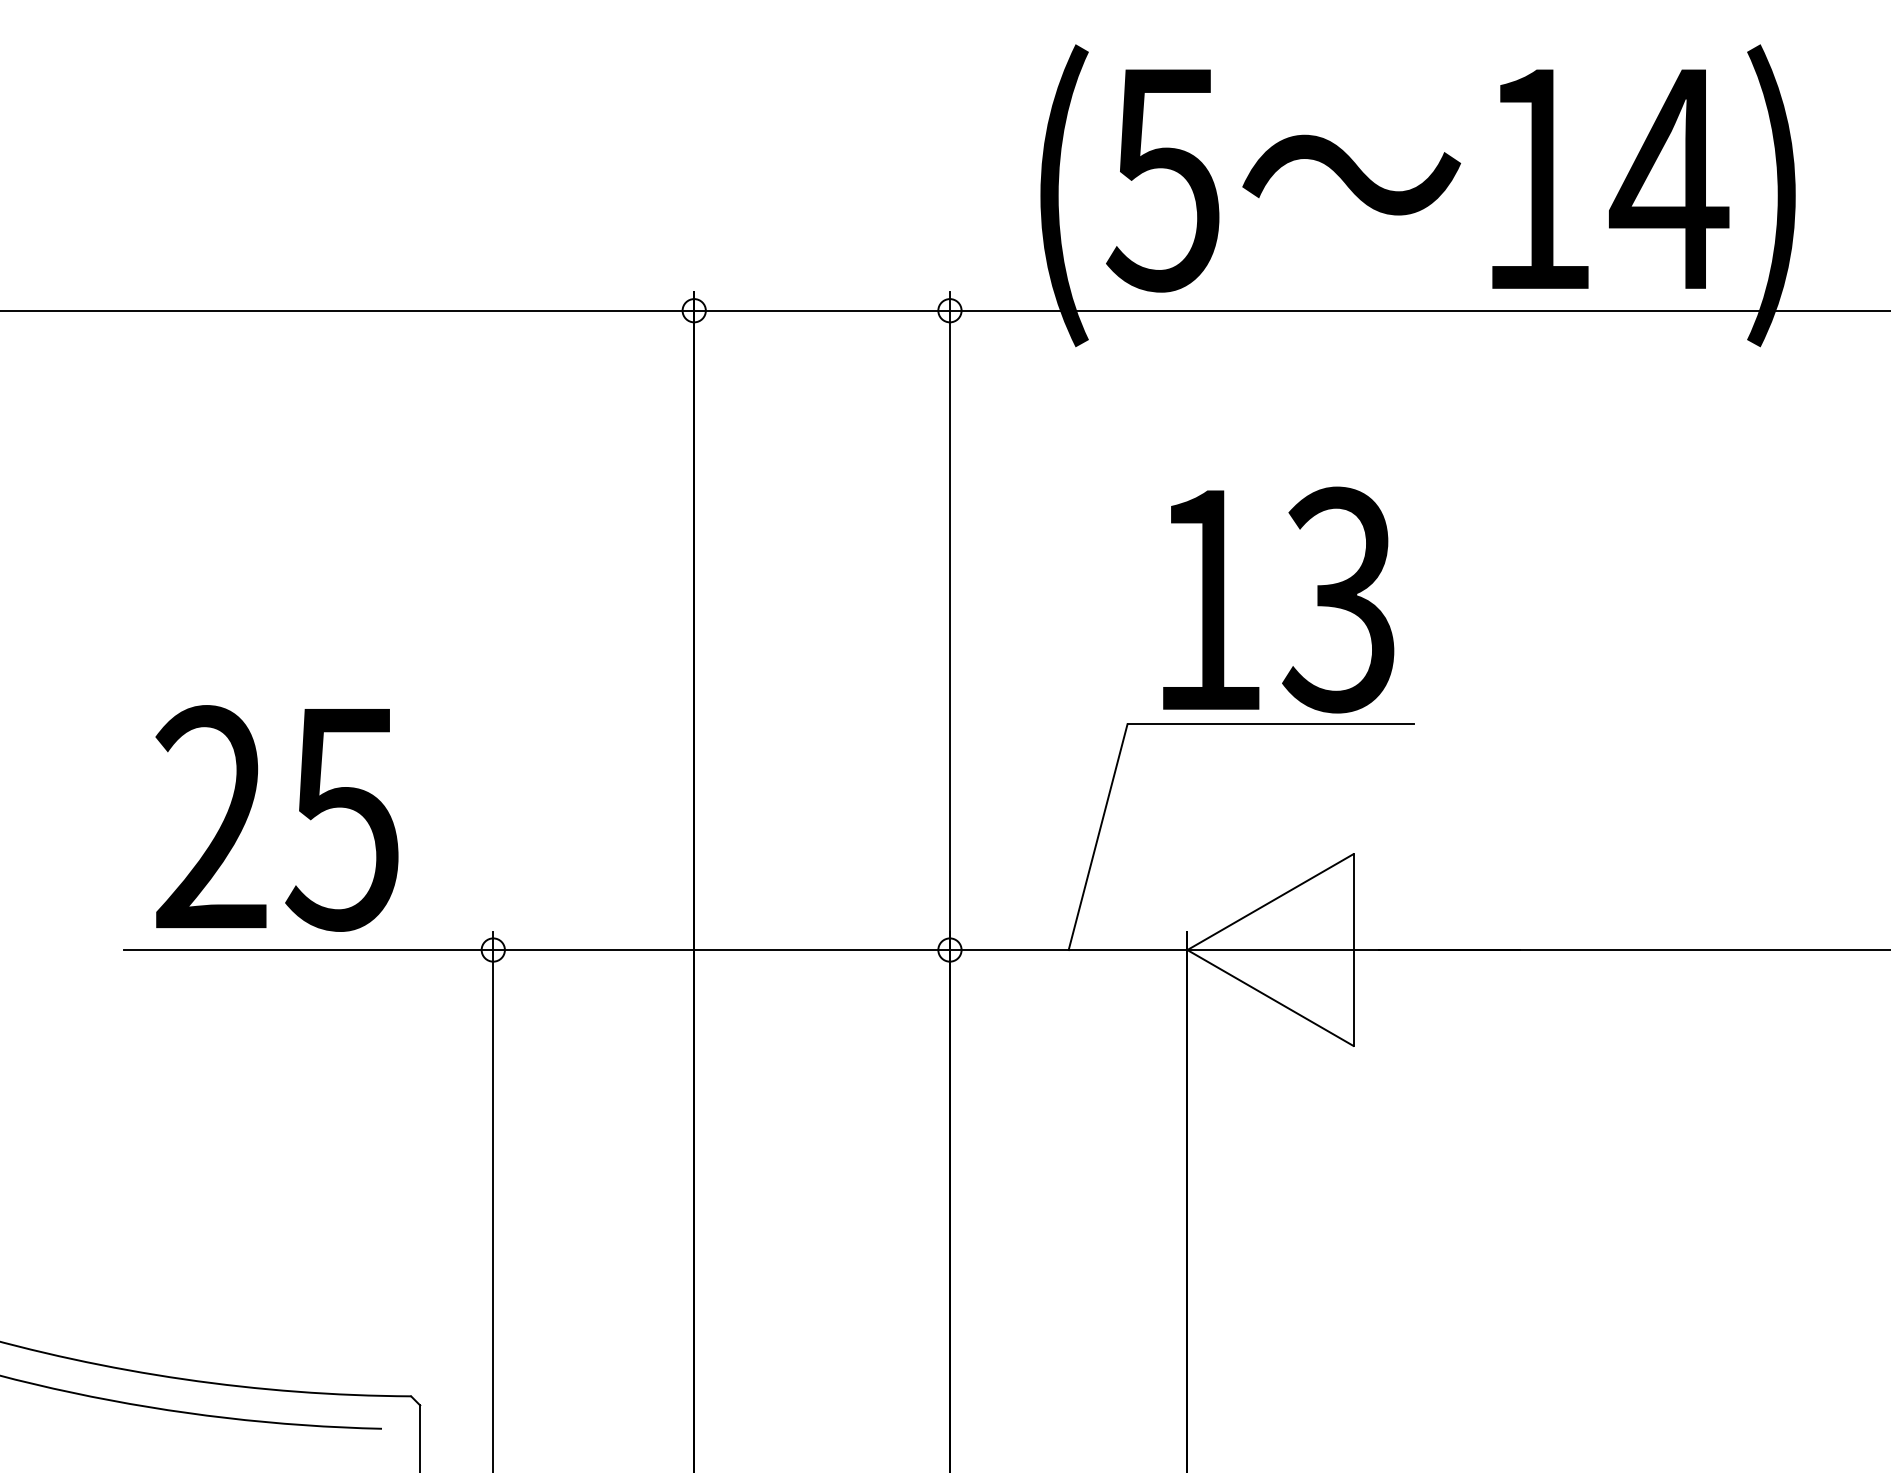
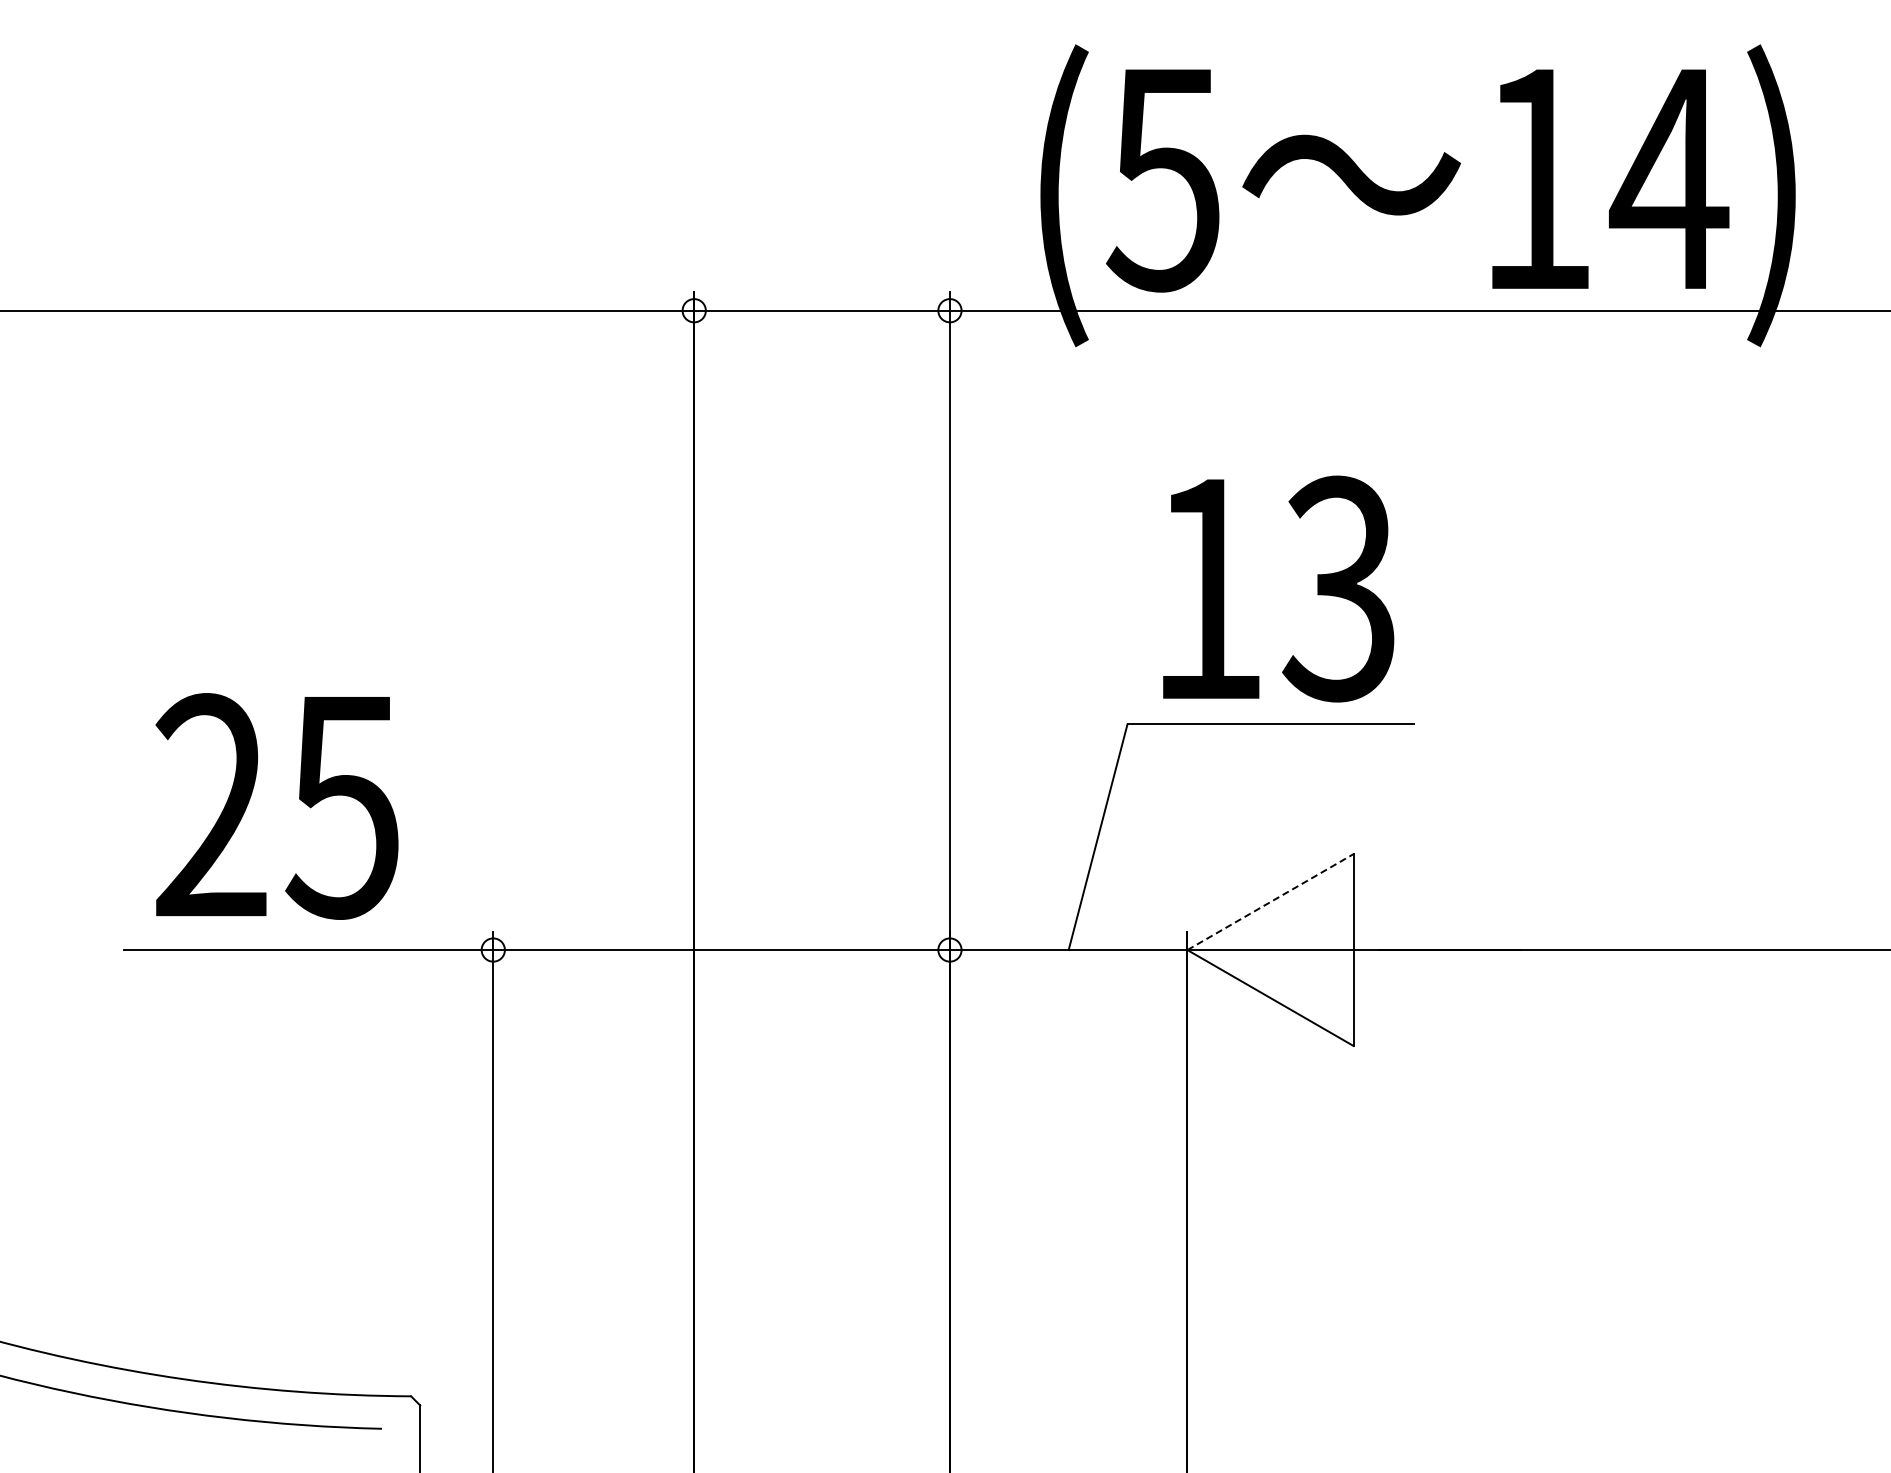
text at (1278, 599) position: (1278, 599) -> (1278, 588)
text at (276, 818) position: (276, 818) -> (276, 806)
line at (1270, 902): solid -> dashed
